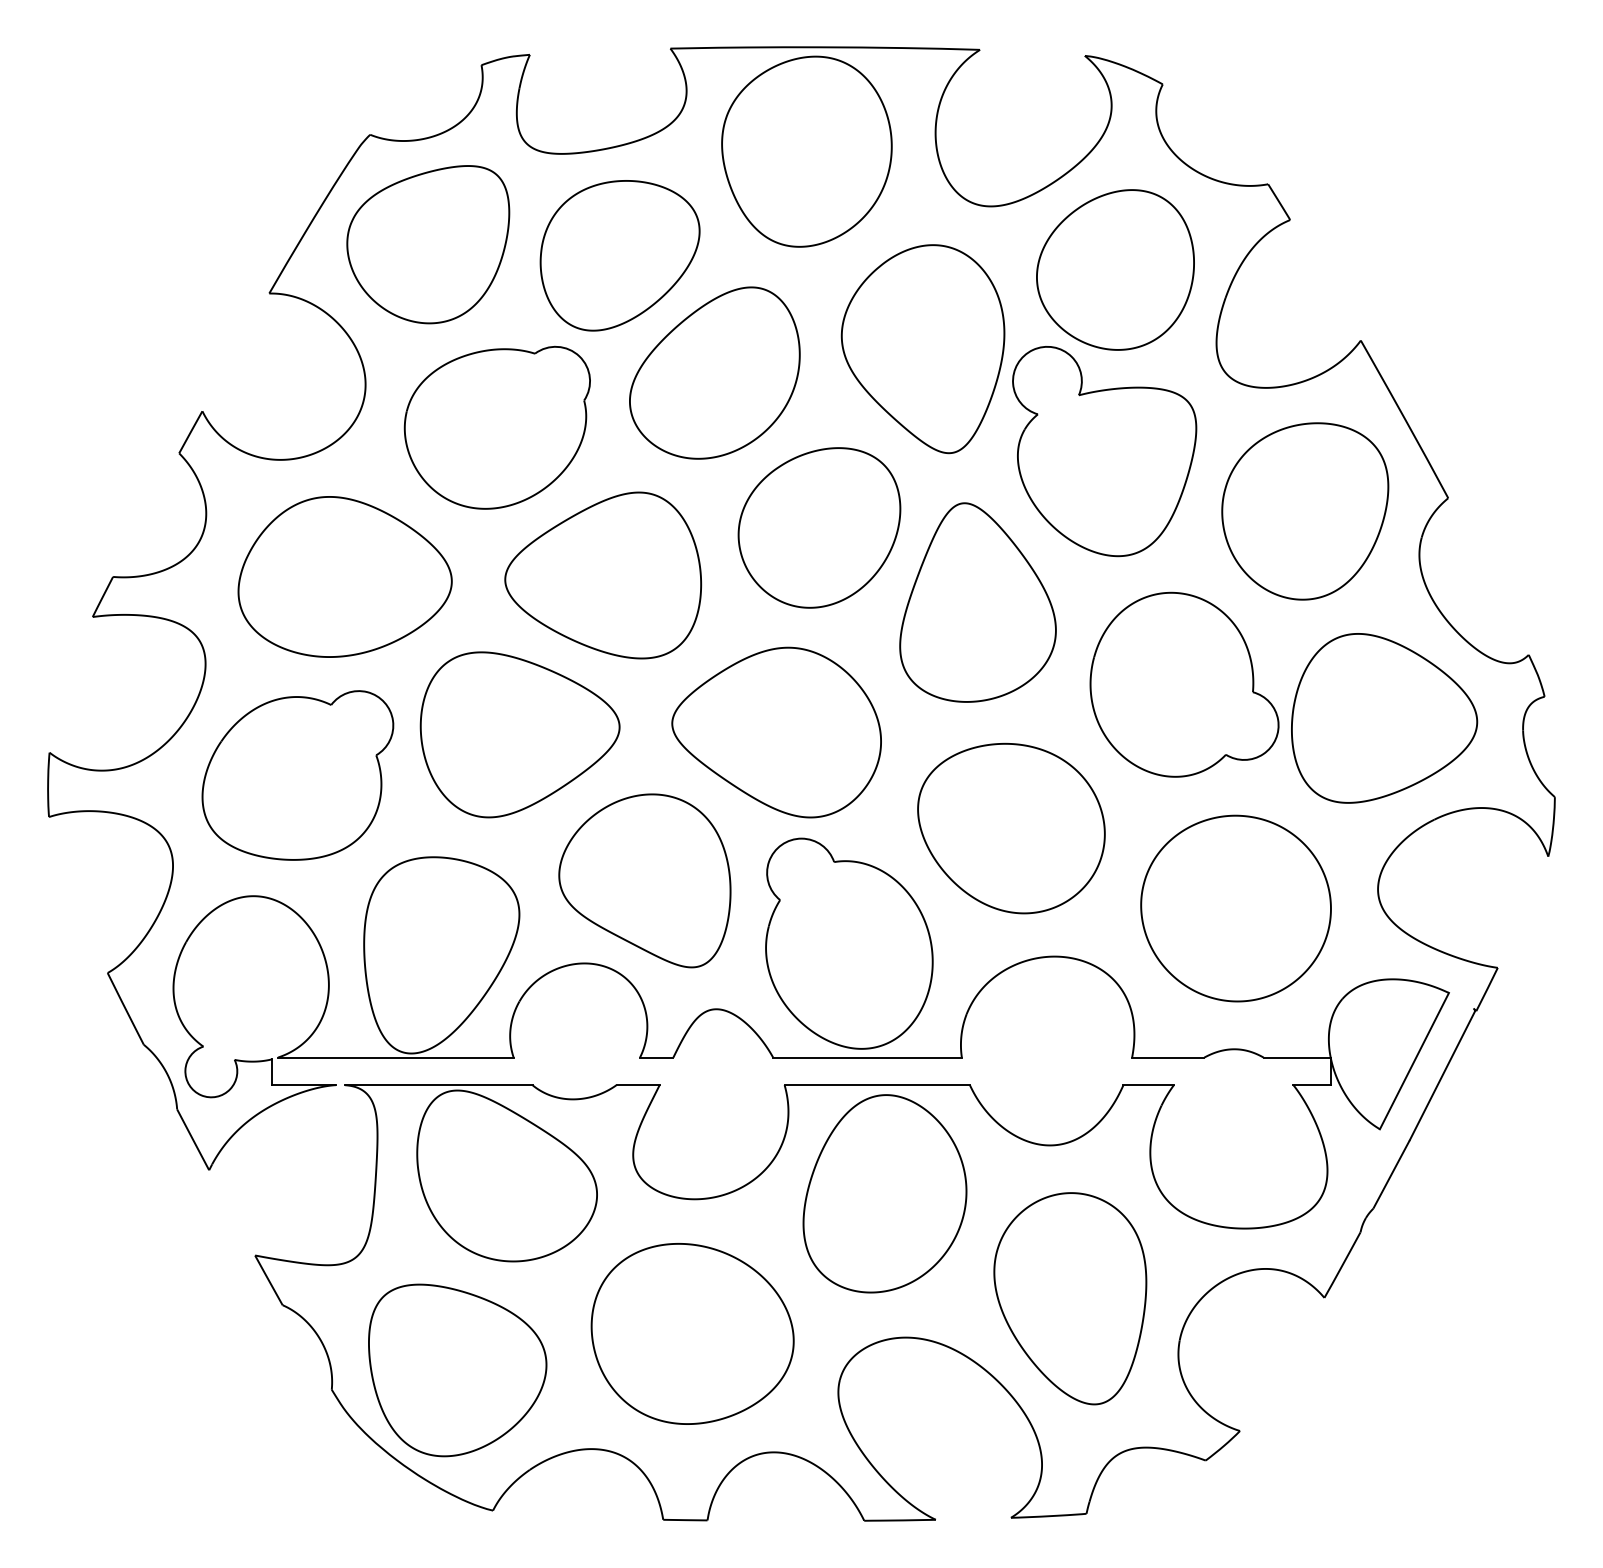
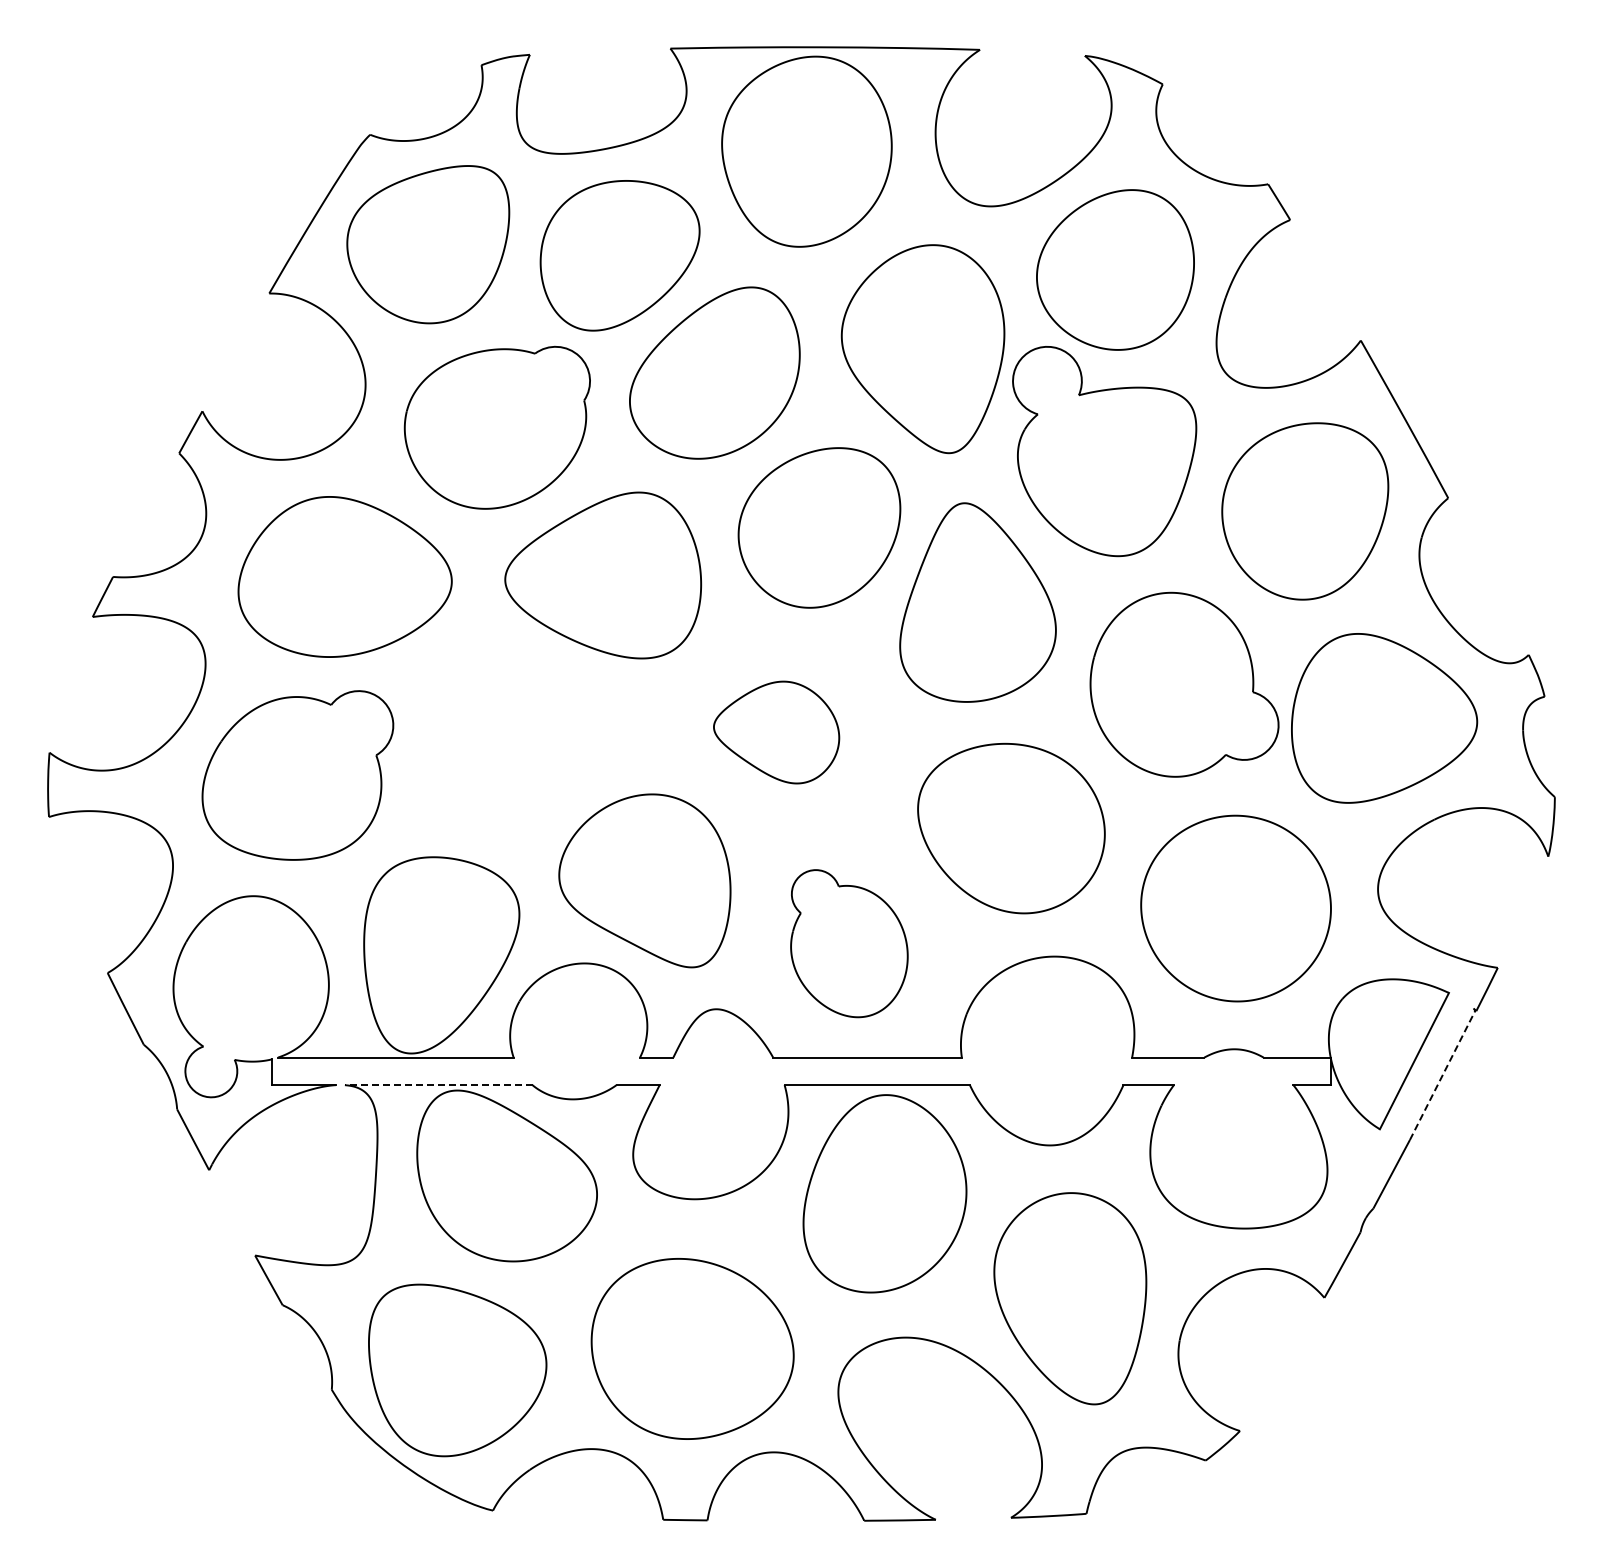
part at (776, 732) size: 211x173 px -> 128x105 px
part at (519, 734): present -> none
part at (849, 943) size: 169x213 px -> 119x150 px
line at (1442, 1074): solid -> dashed
line at (438, 1085): solid -> dashed
part at (692, 1333) position: (692, 1333) -> (692, 1348)
